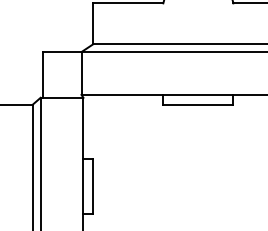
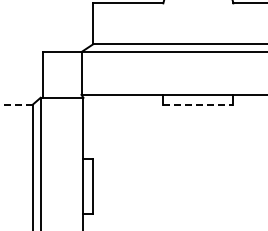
line at (16, 104): solid -> dashed
line at (198, 104): solid -> dashed
